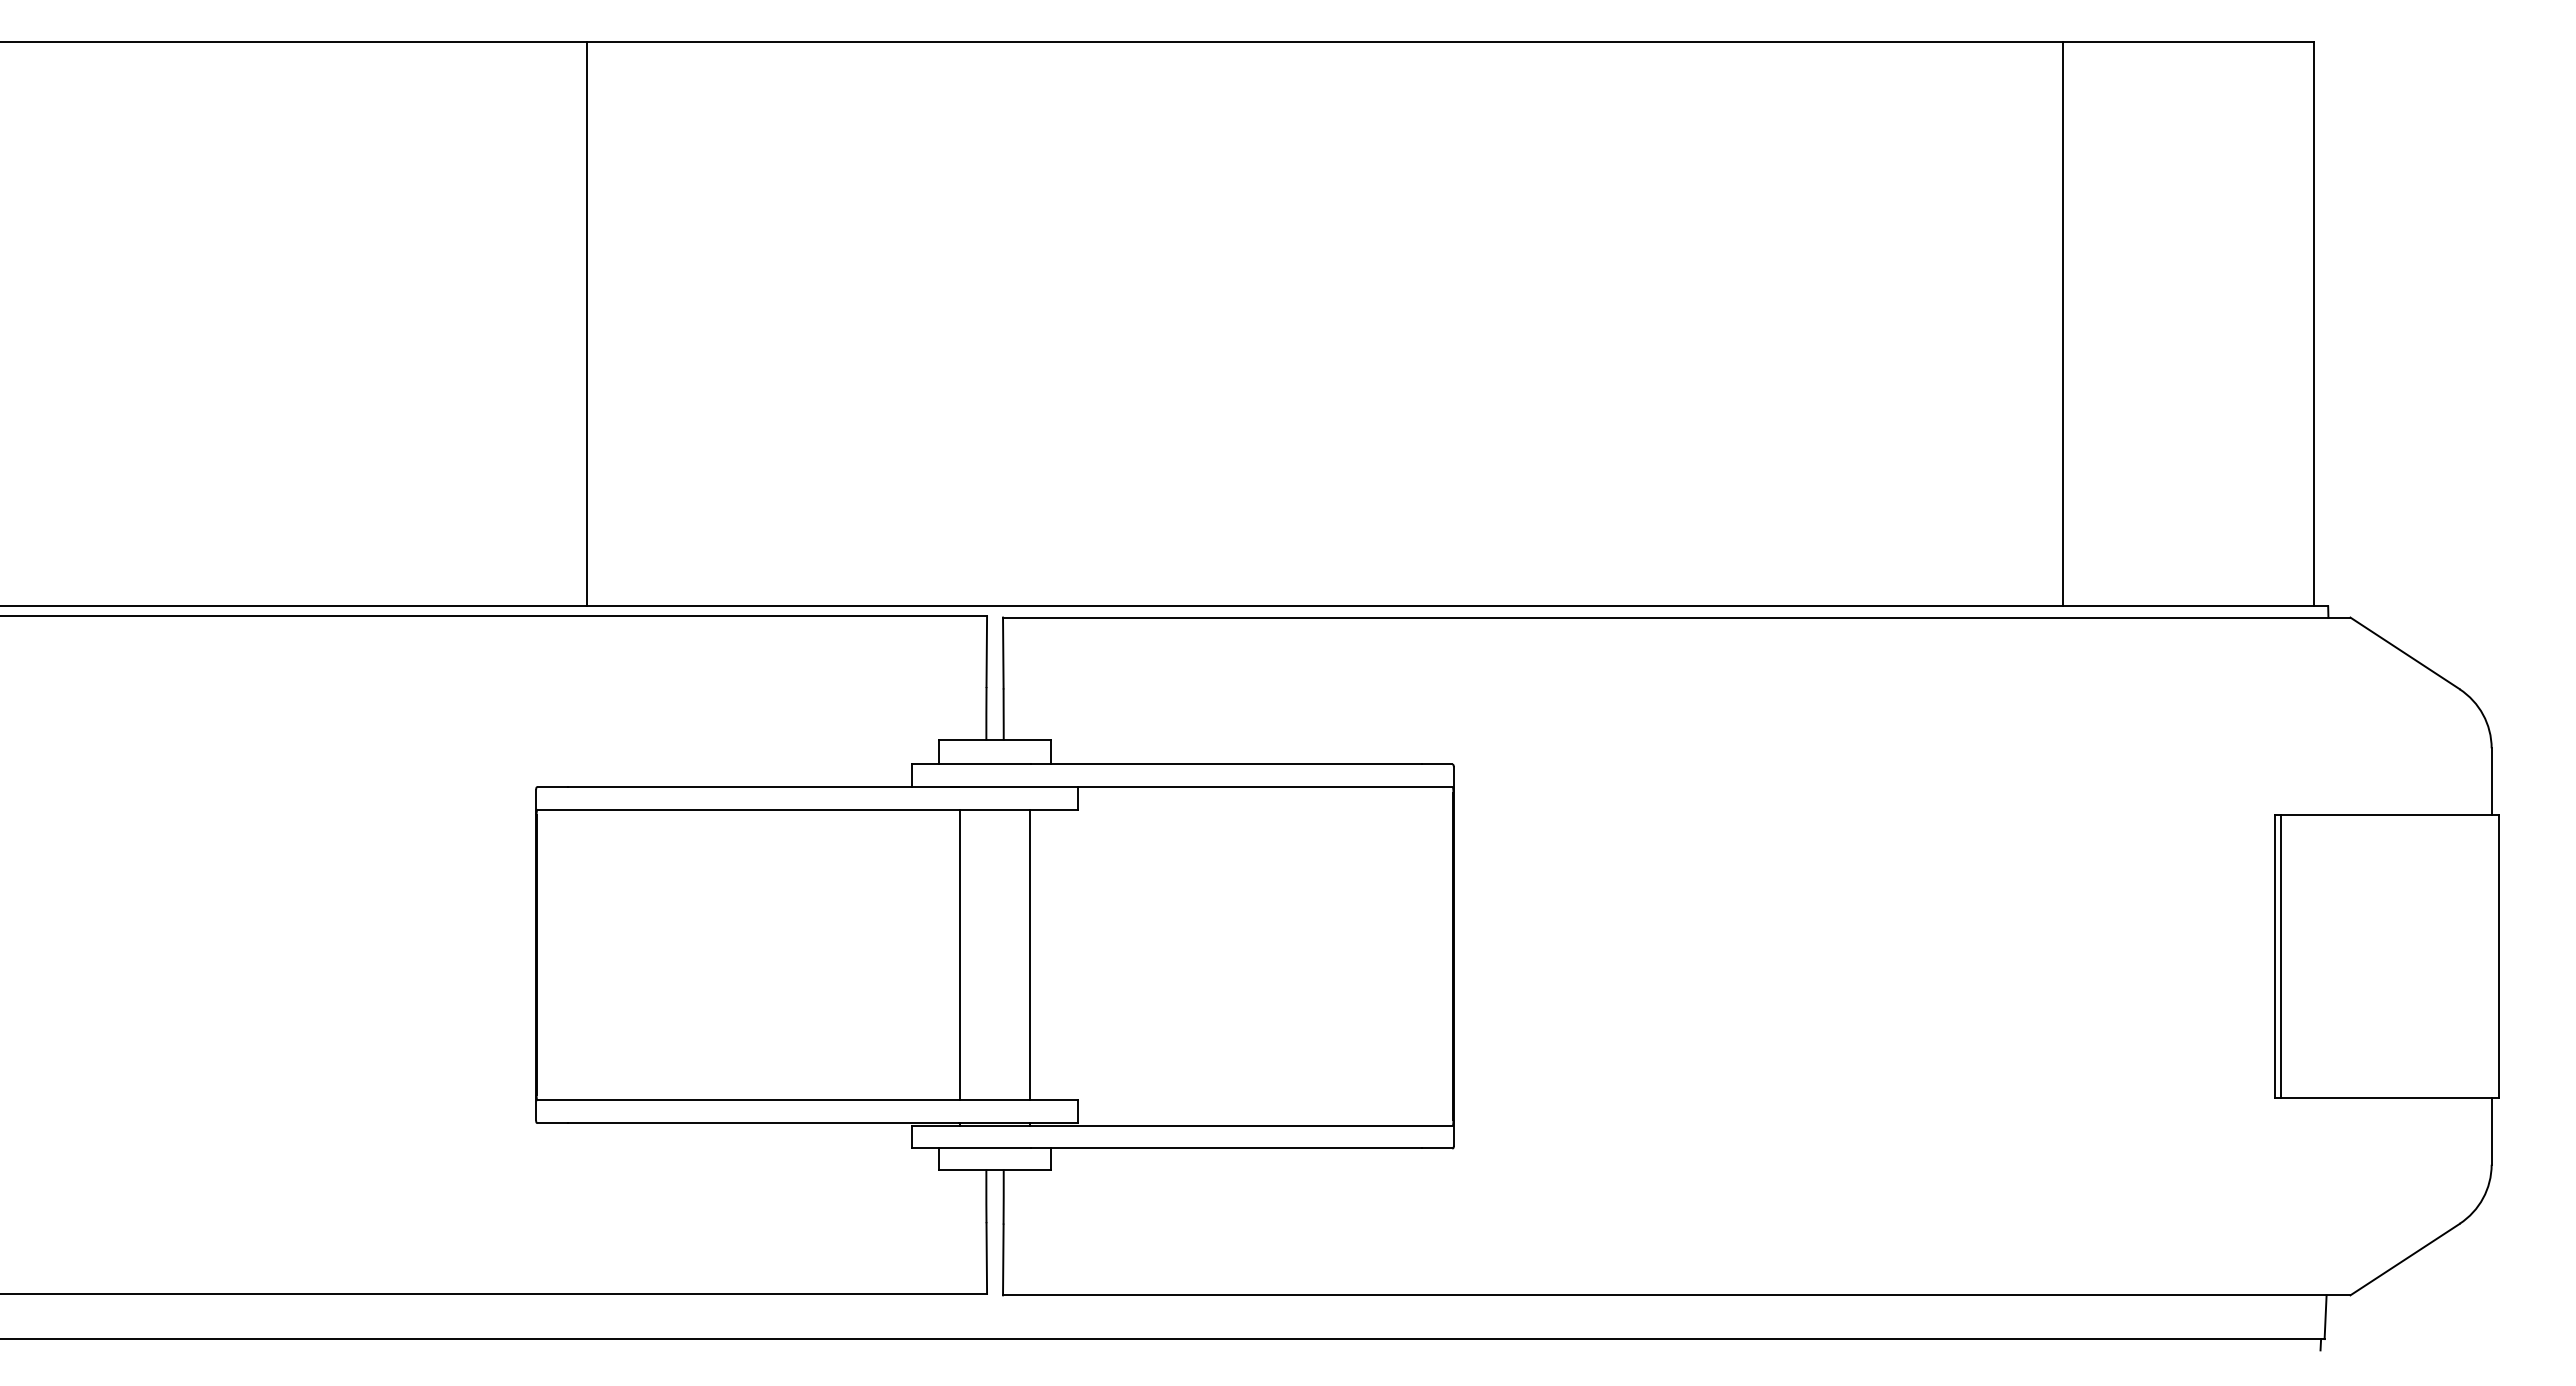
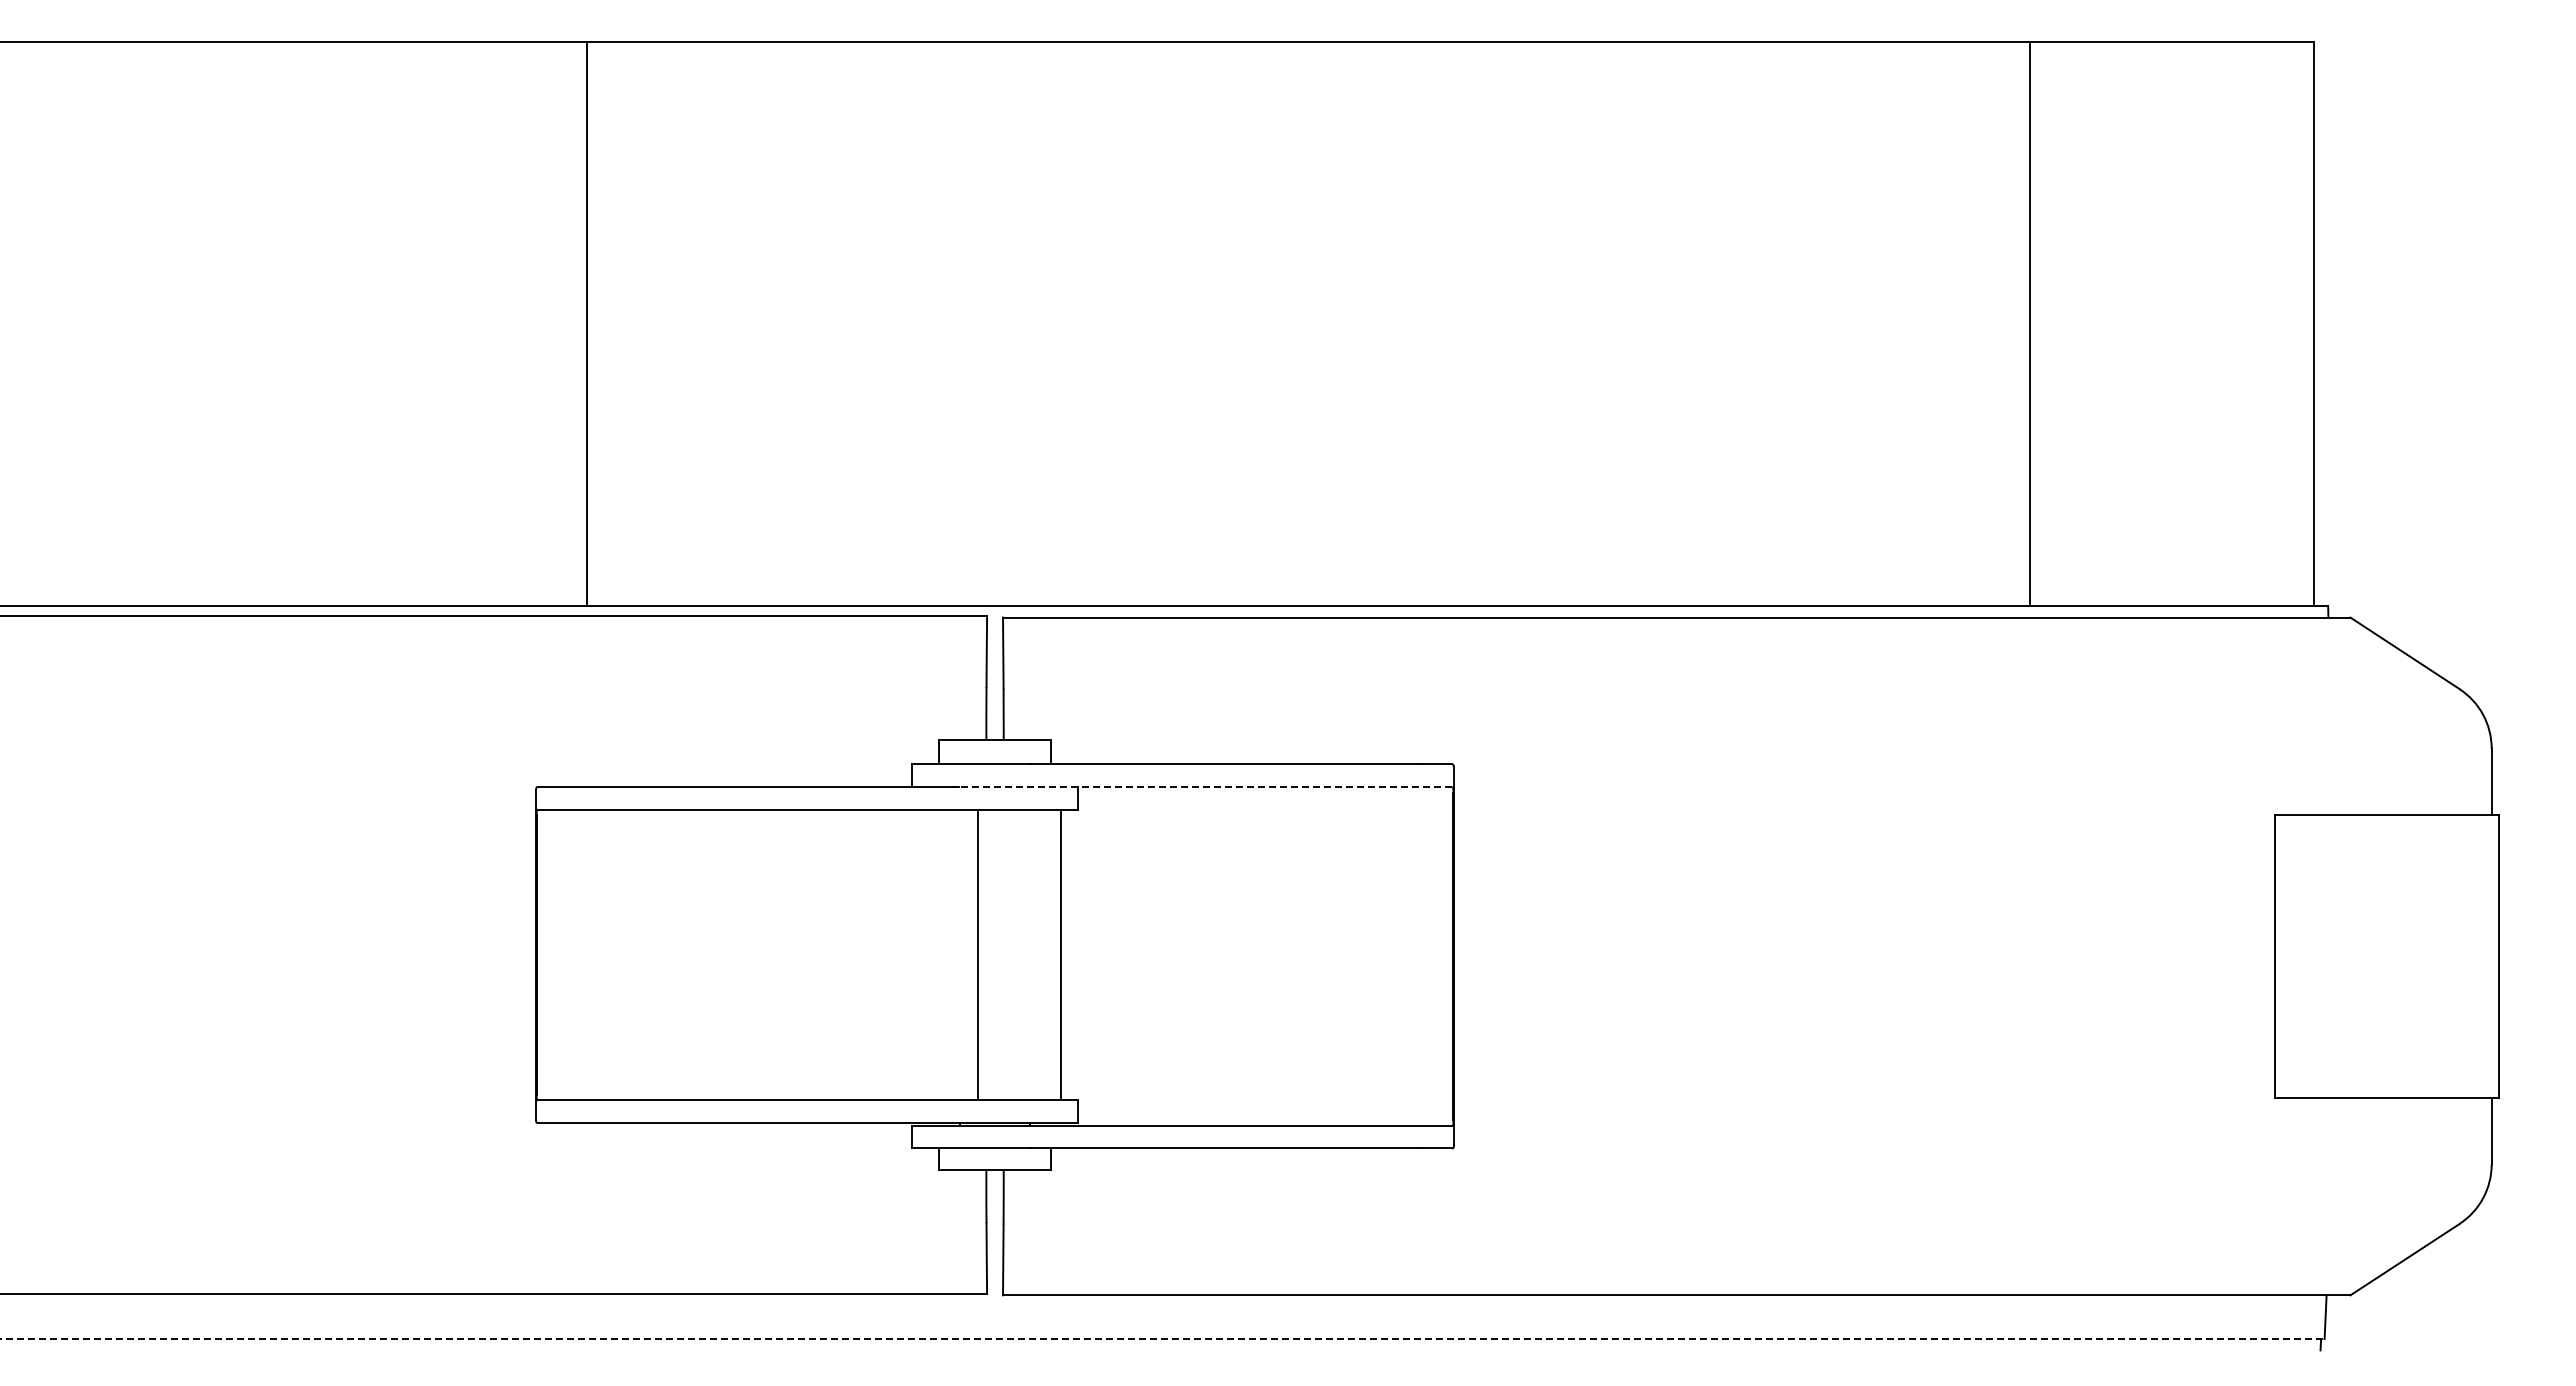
line at (2062, 323) position: (2062, 323) -> (2029, 323)
line at (1201, 787): solid -> dashed
line at (959, 954) position: (959, 954) -> (977, 954)
line at (1030, 954) position: (1030, 954) -> (1061, 954)
line at (2280, 956): present -> none
line at (1162, 1339): solid -> dashed
